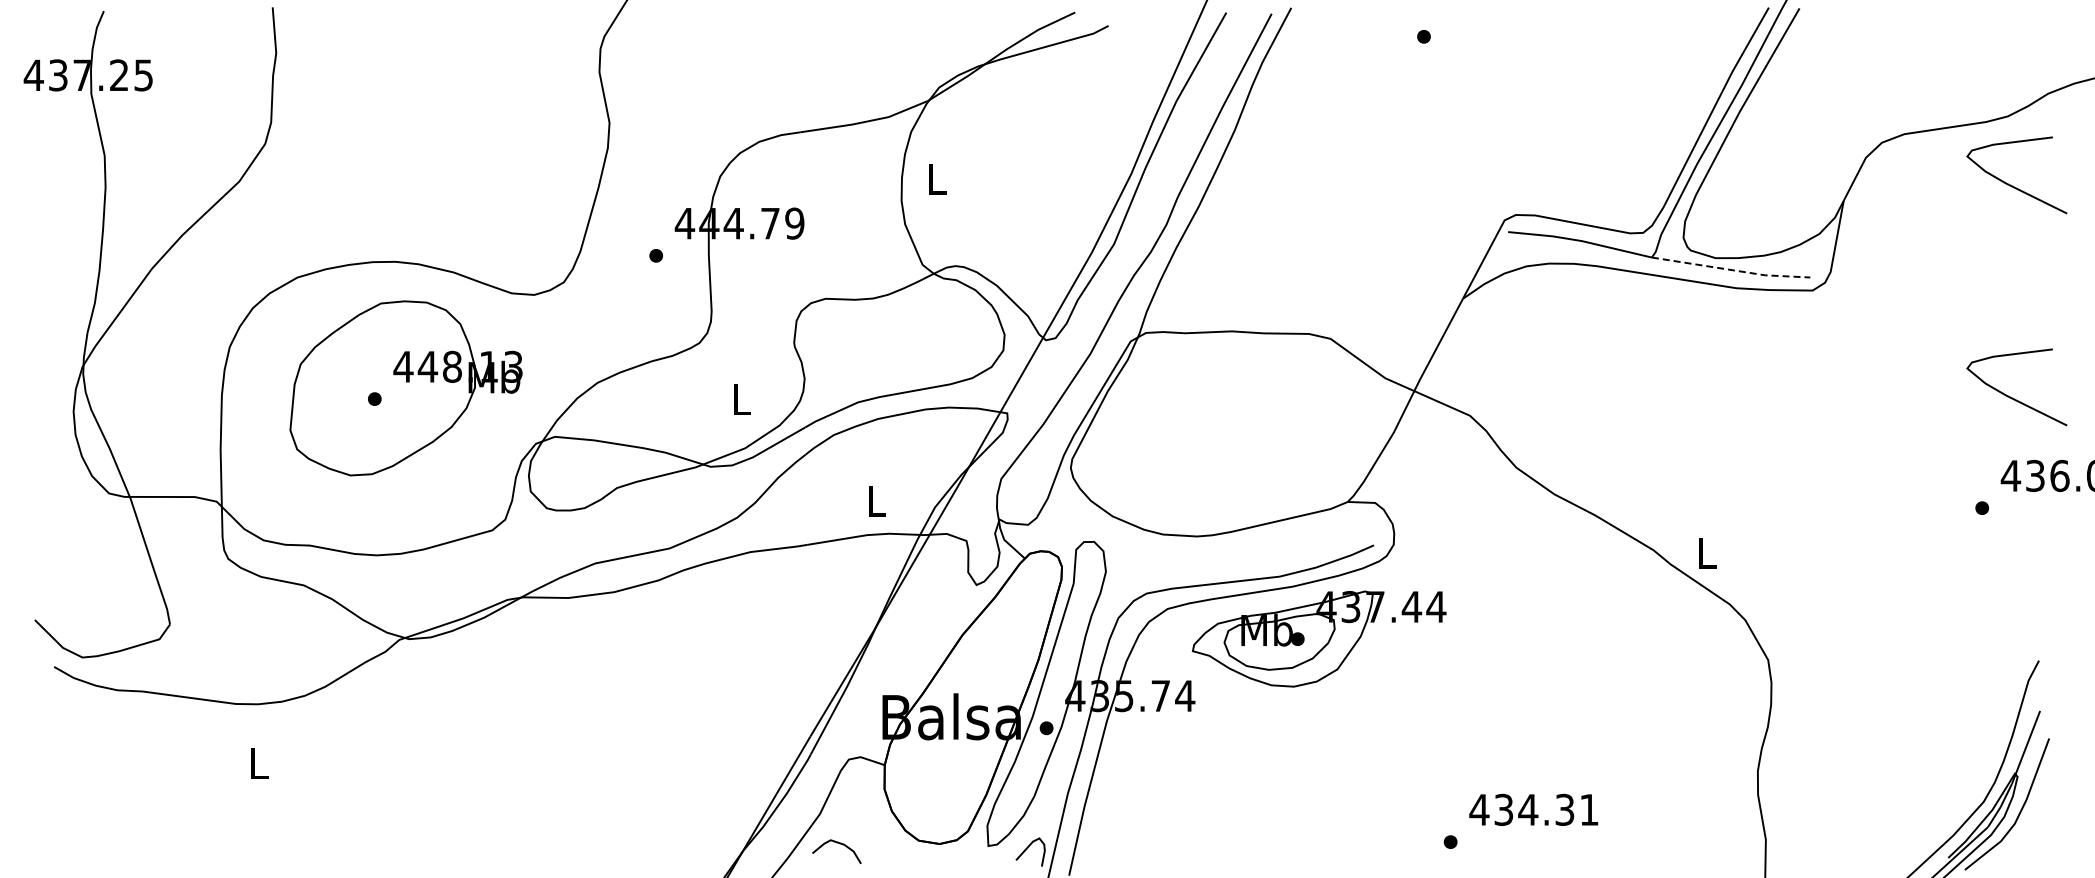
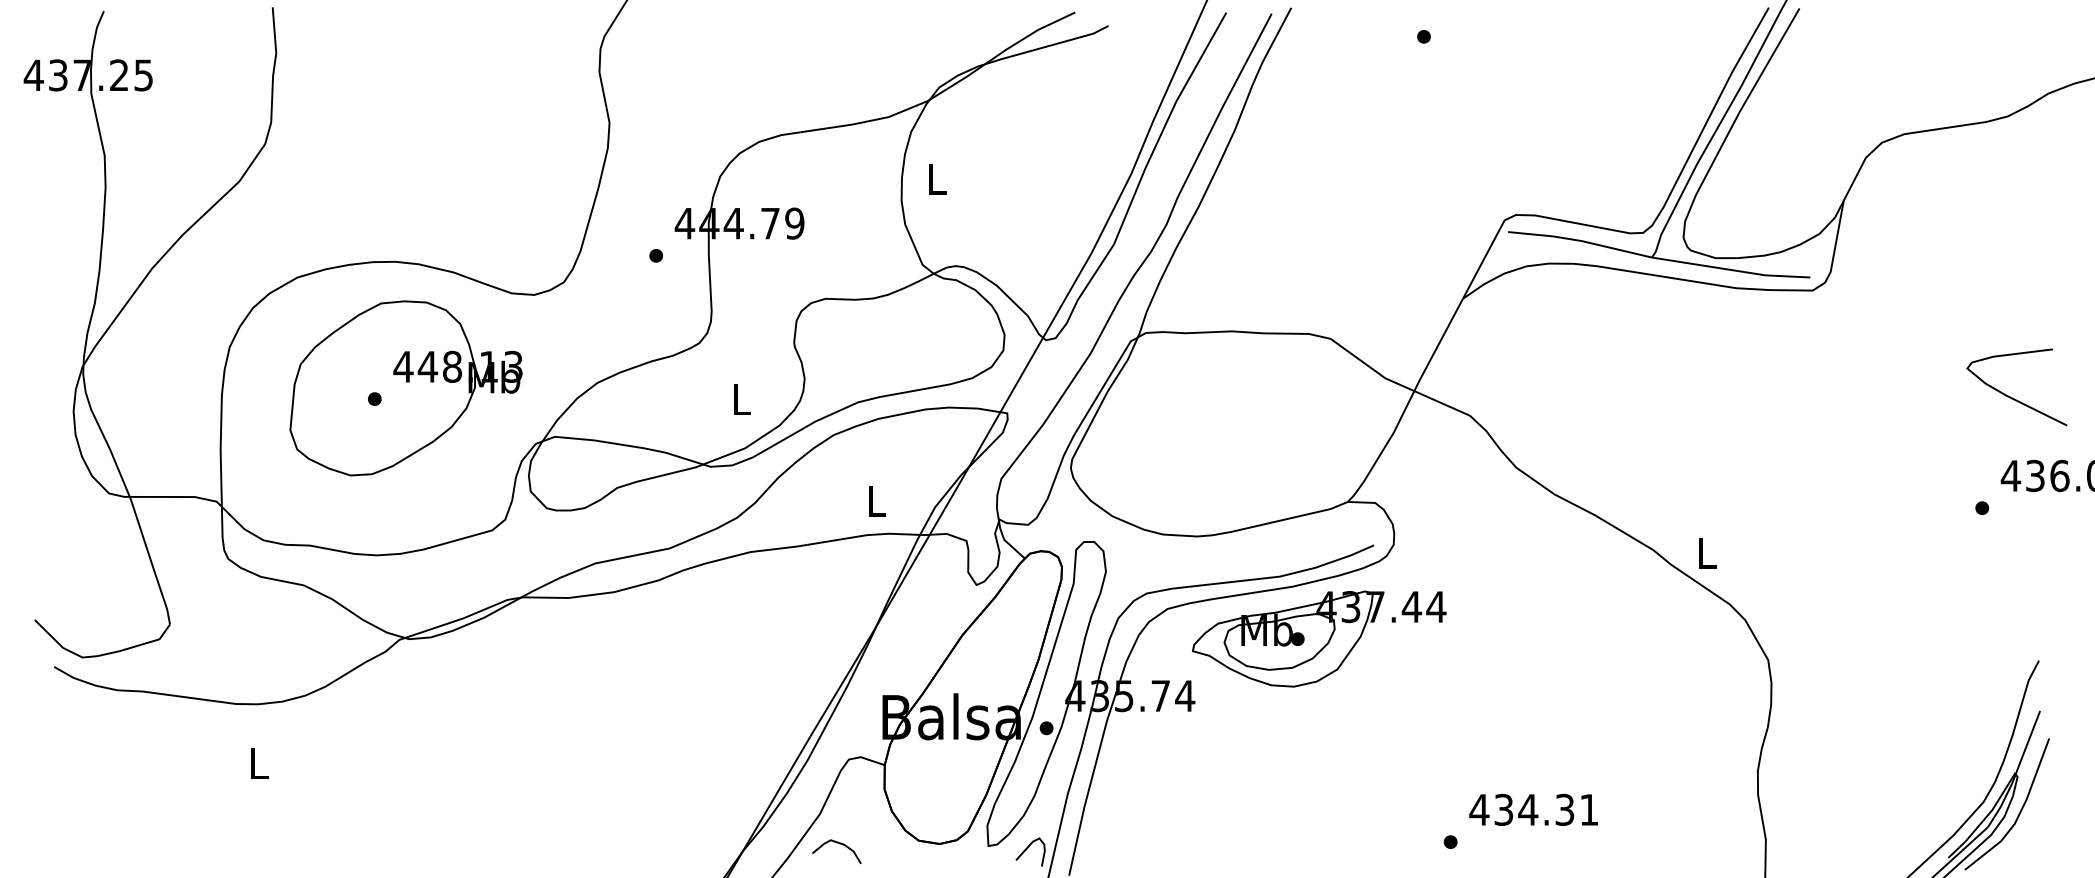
curve at (2012, 185): present -> none
line at (1731, 270): dashed -> solid
